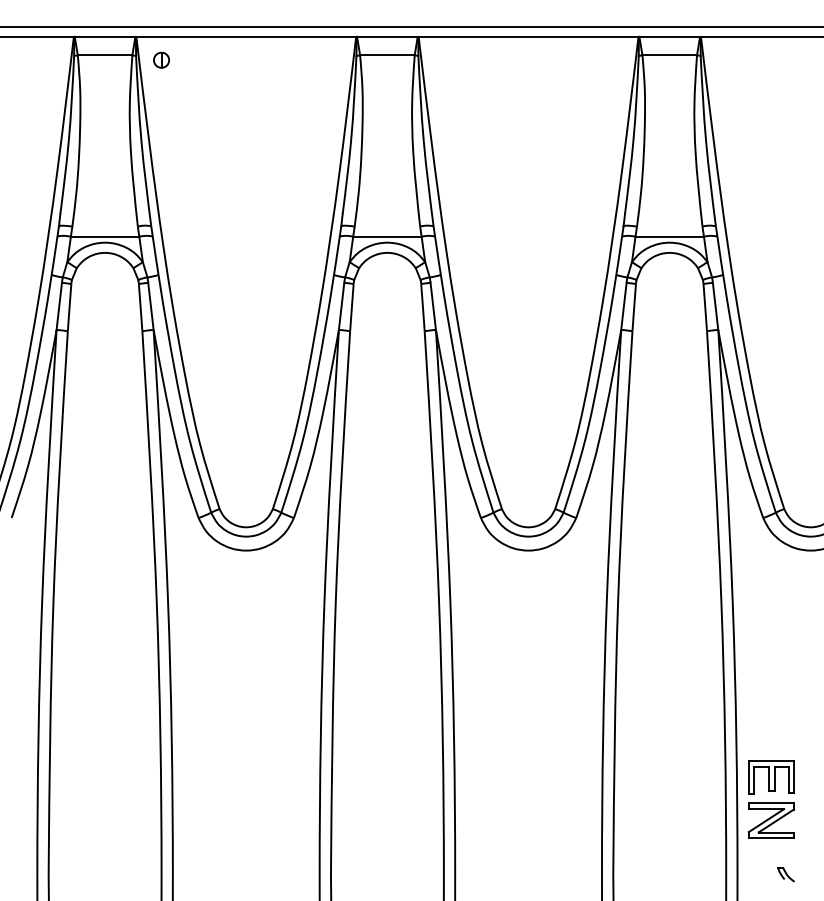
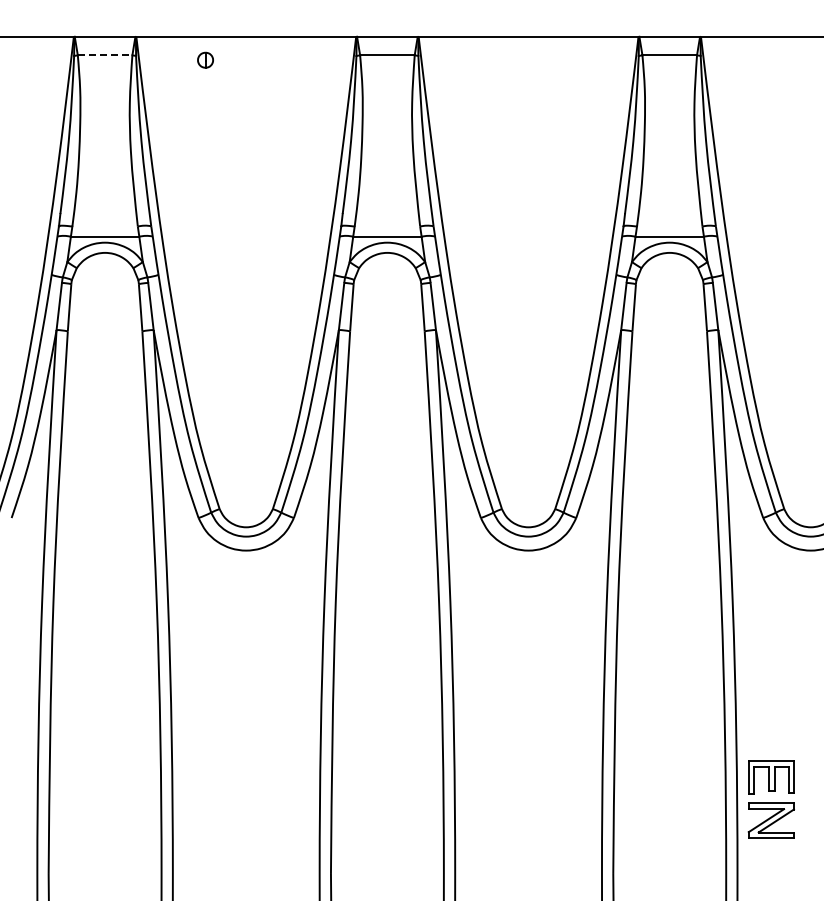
line at (411, 27): present -> none
line at (105, 55): solid -> dashed
part at (161, 59) position: (161, 59) -> (205, 59)
part at (785, 874): present -> none
